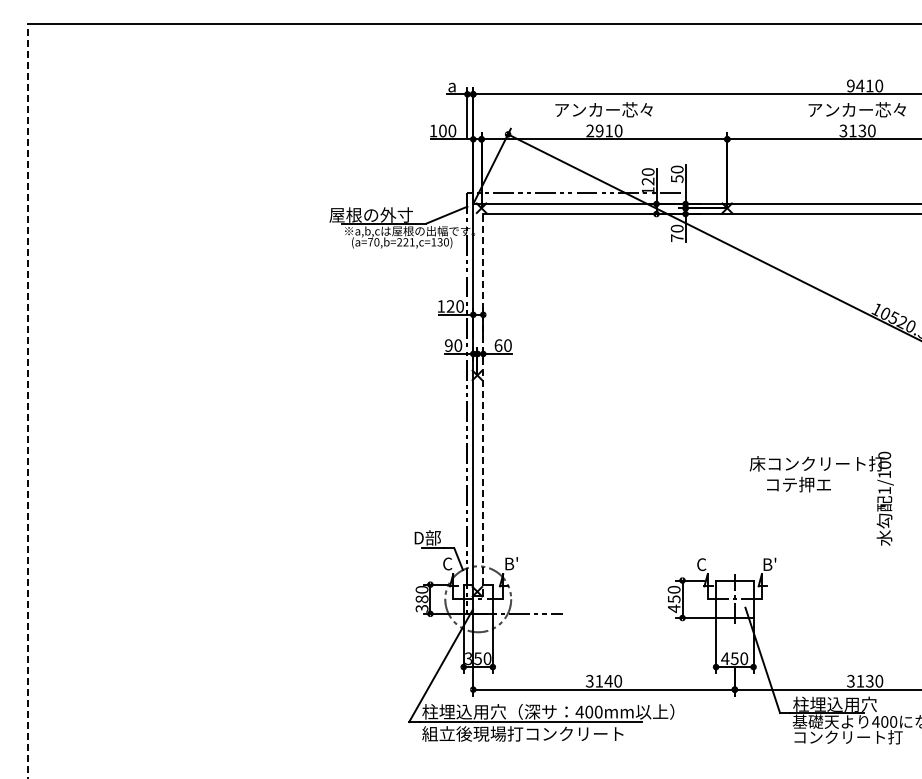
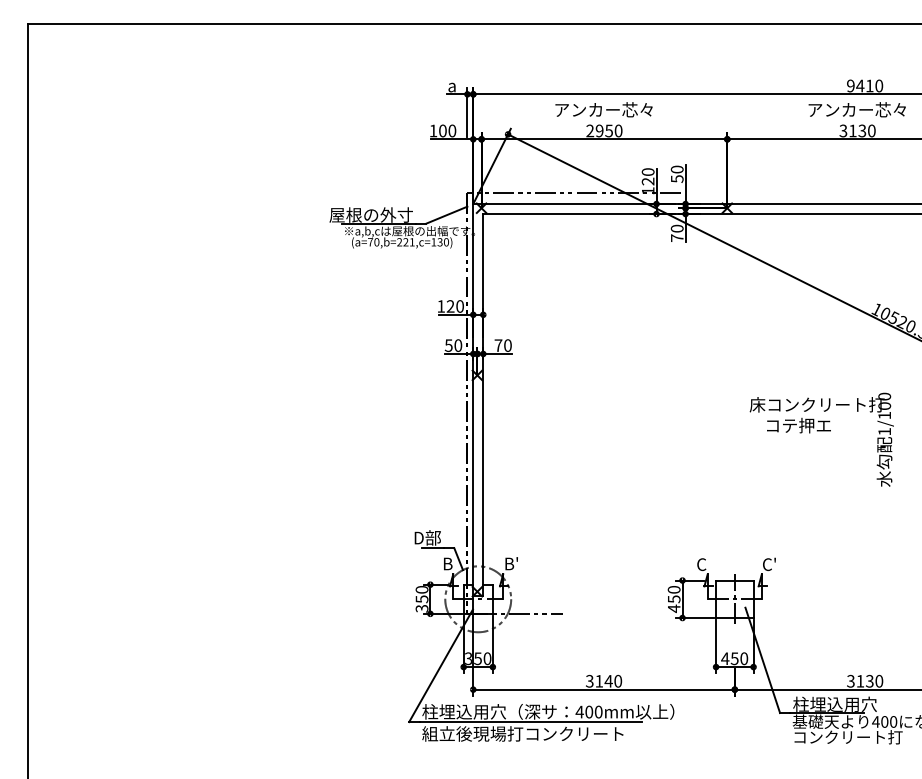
text at (608, 130): 2910 -> 2950
text at (448, 345): 90 -> 50
text at (498, 345): 60 -> 70
line at (27, 400): dashed -> solid
line at (483, 404): dashed -> solid
text at (821, 498) position: (821, 498) -> (821, 439)
text at (447, 563): C -> B
text at (769, 564): B' -> C'
text at (421, 599): 380 -> 350
